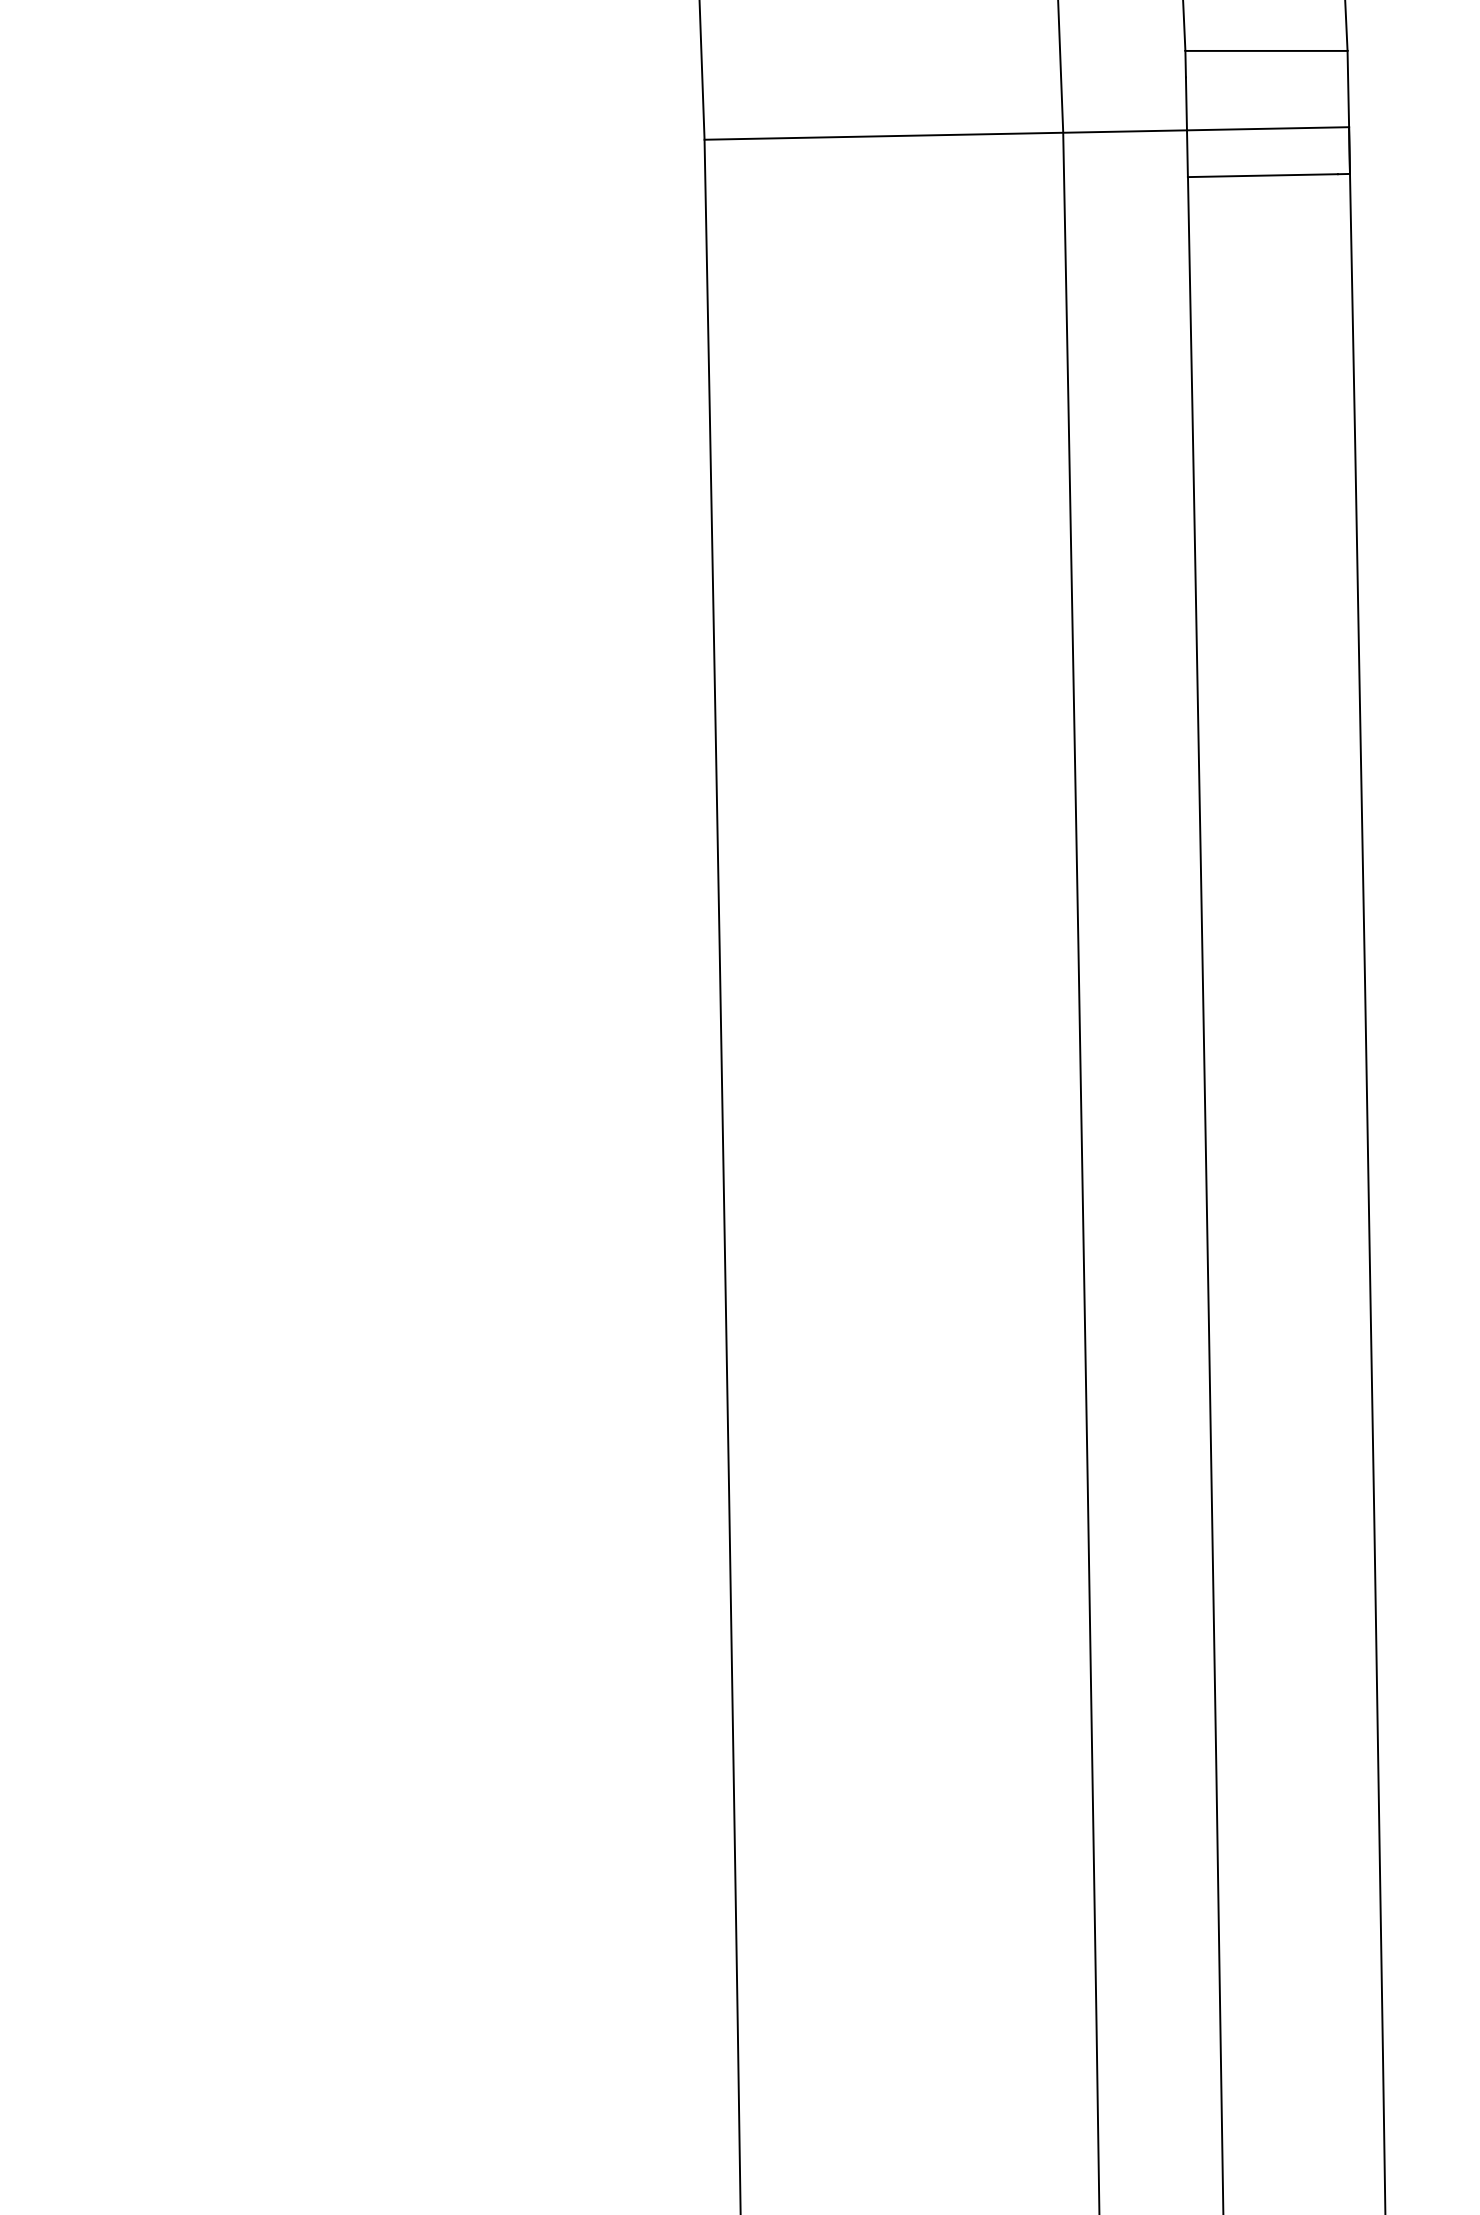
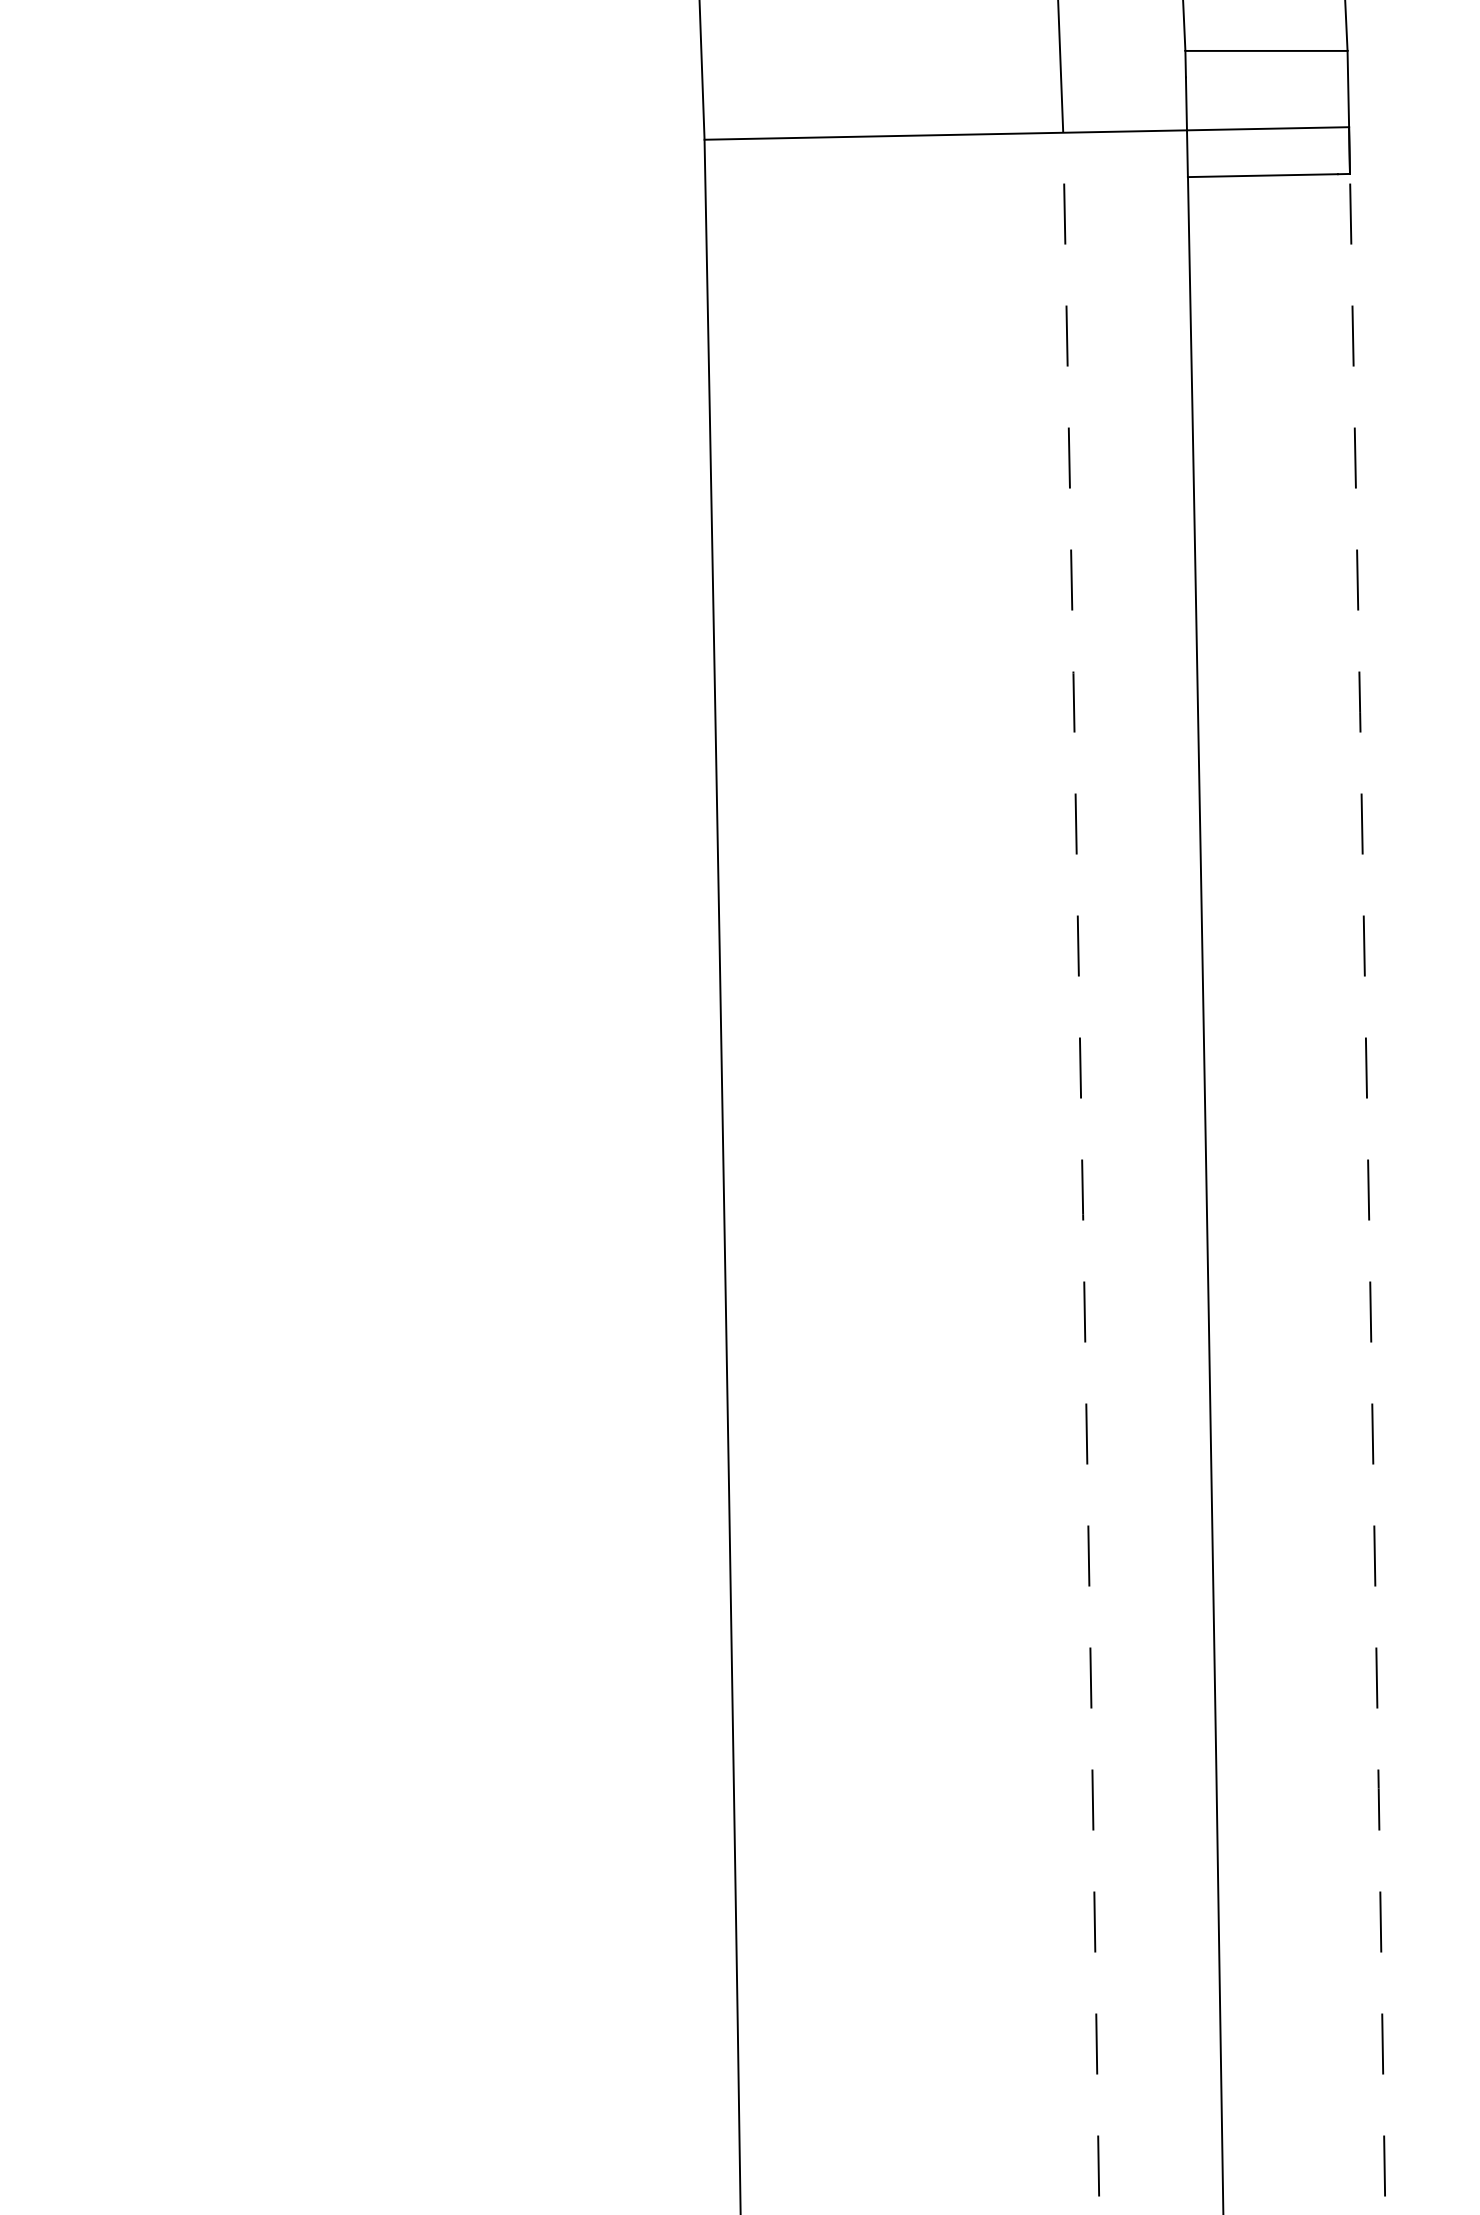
arc at (1082, 1174): solid -> dashed
arc at (1368, 1194): solid -> dashed
